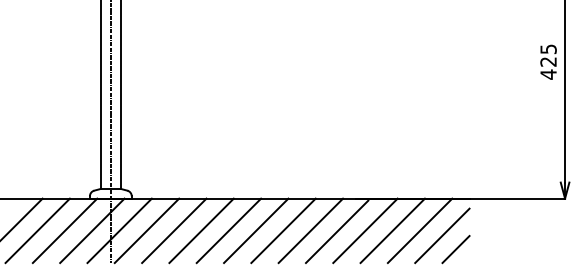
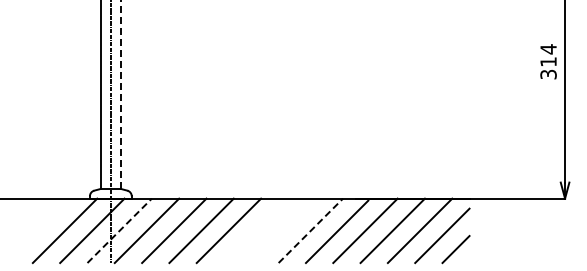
text at (548, 61): 425 -> 314
line at (121, 94): solid -> dashed
line at (22, 218): present -> none
line at (37, 230): present -> none
line at (119, 230): solid -> dashed
line at (256, 230): present -> none
line at (283, 230): present -> none
line at (310, 230): solid -> dashed
